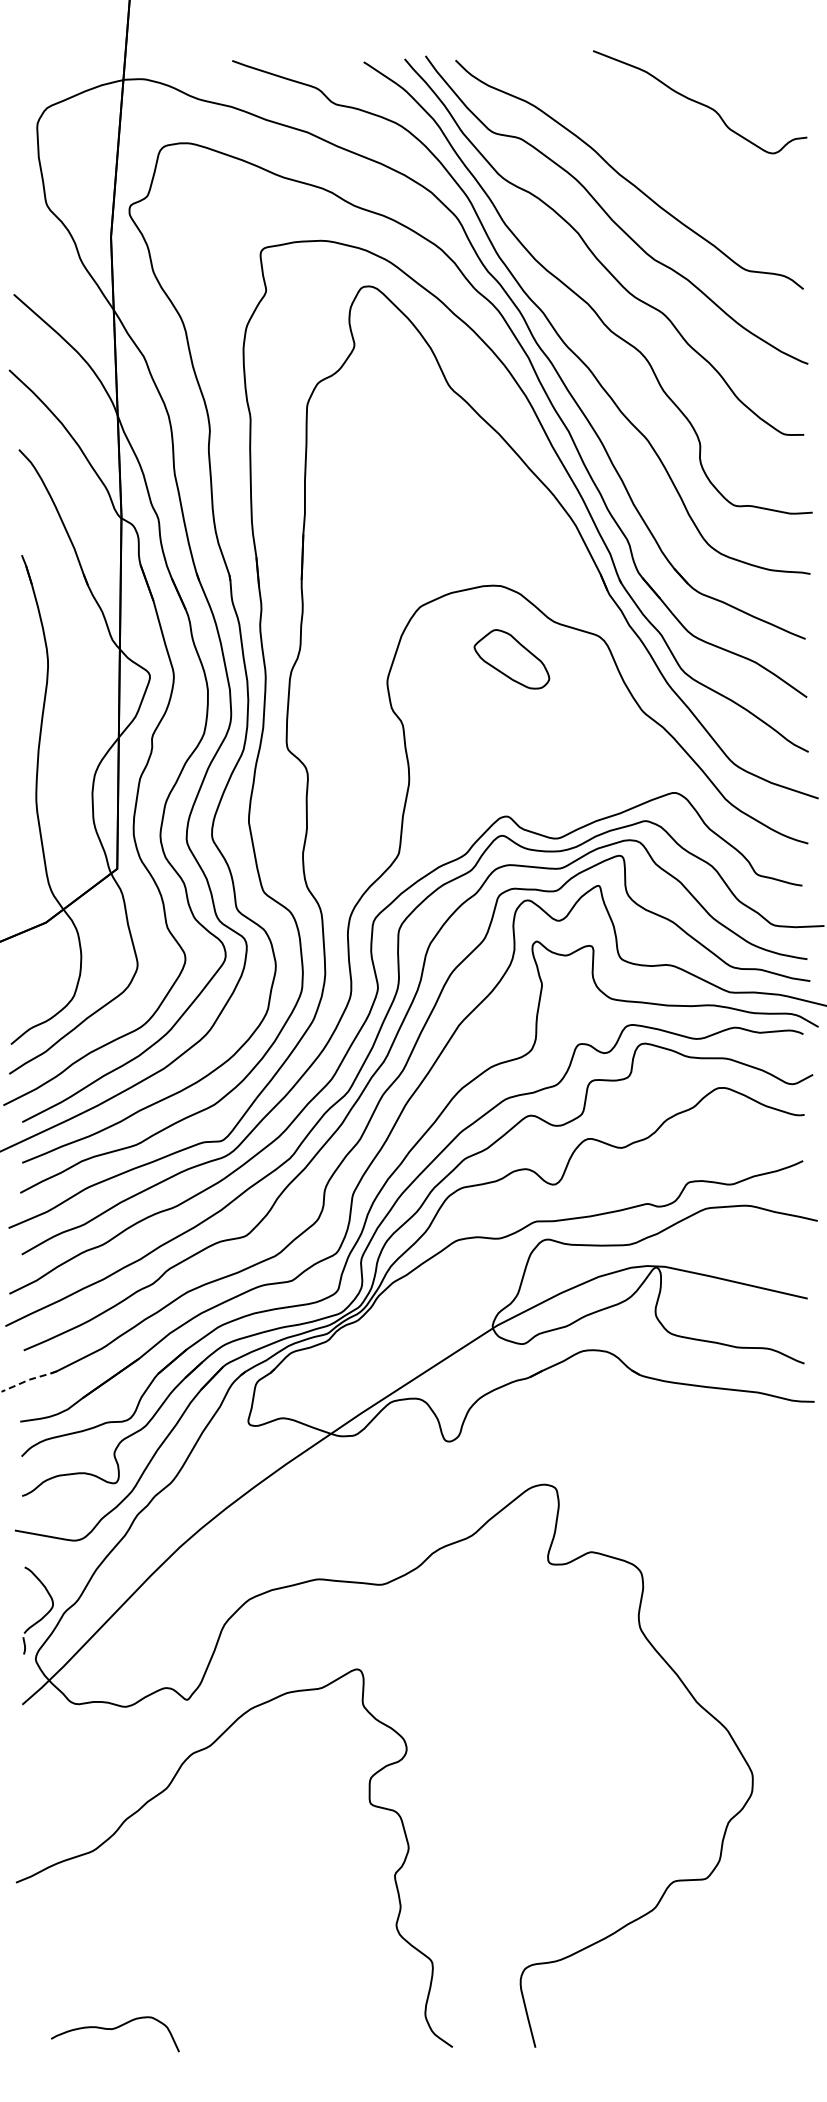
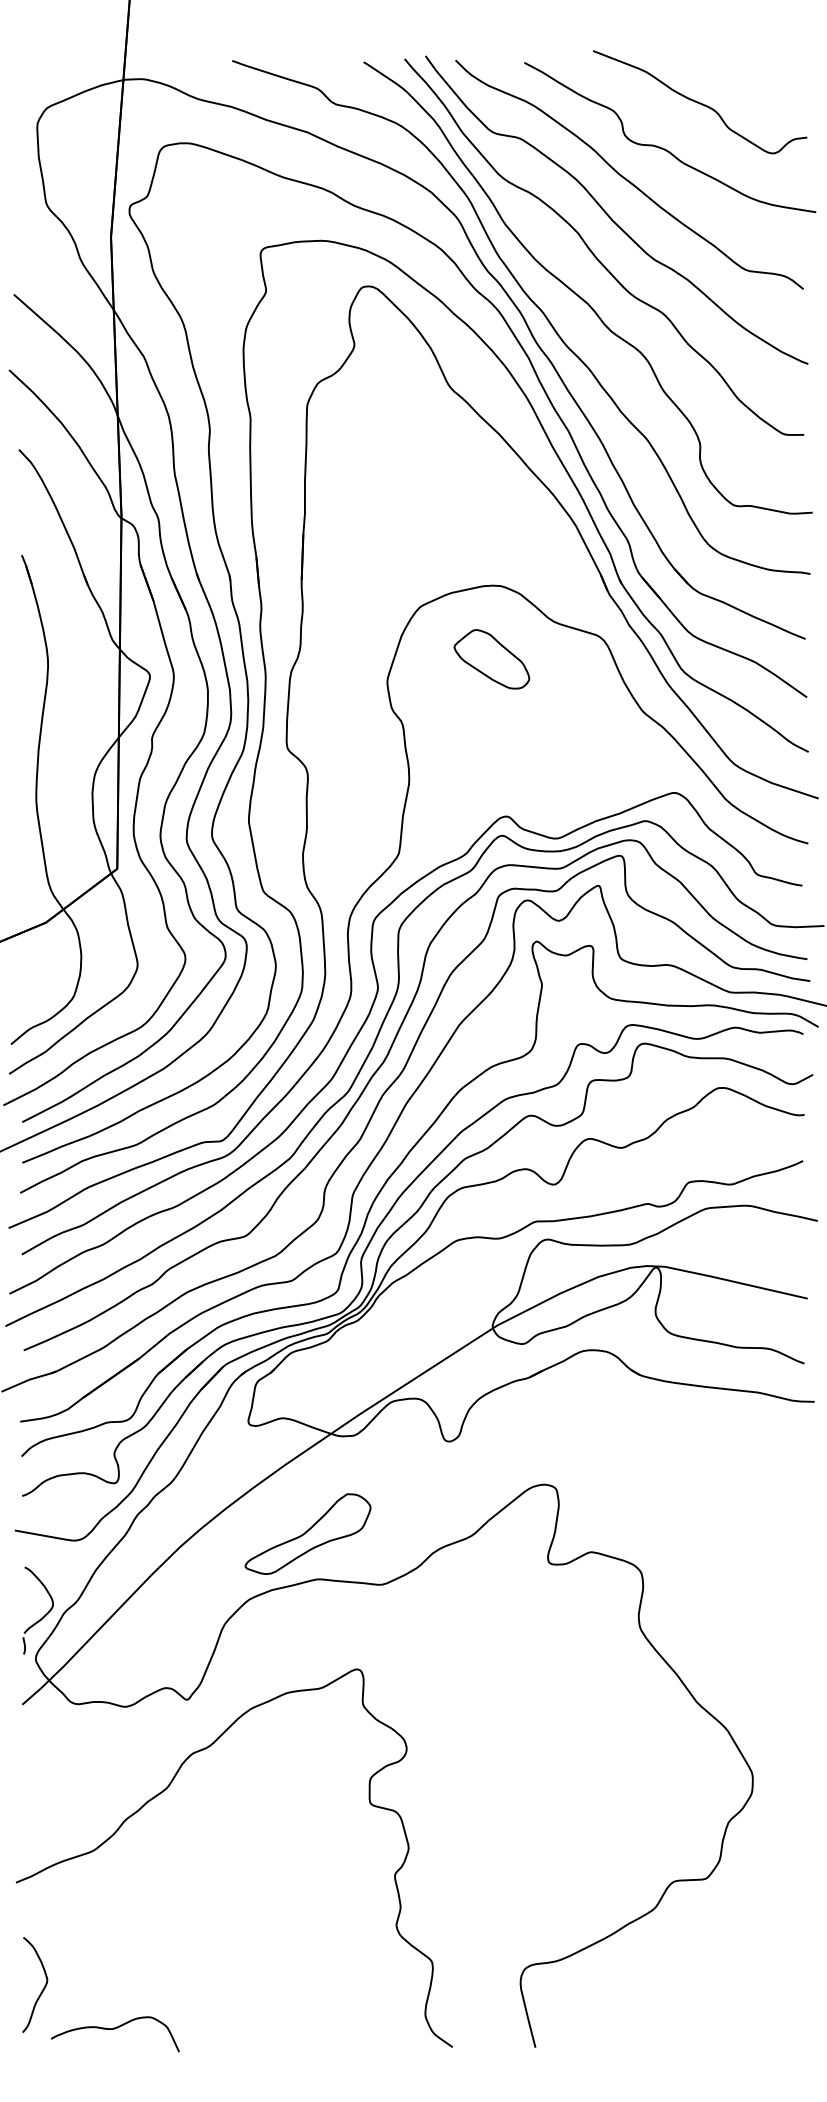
curve at (665, 148): none -> present
part at (511, 659) position: (511, 659) -> (491, 659)
line at (29, 1379): dashed -> solid
part at (307, 1533): none -> present
curve at (43, 1987): none -> present
